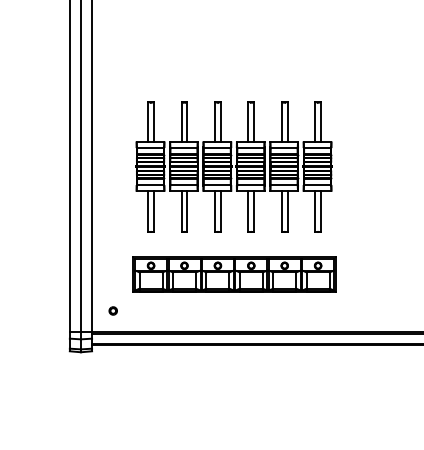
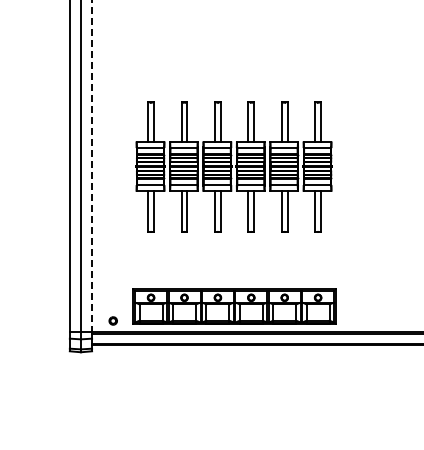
line at (92, 166): solid -> dashed
part at (234, 274) position: (234, 274) -> (234, 306)
part at (112, 310) position: (112, 310) -> (112, 320)
